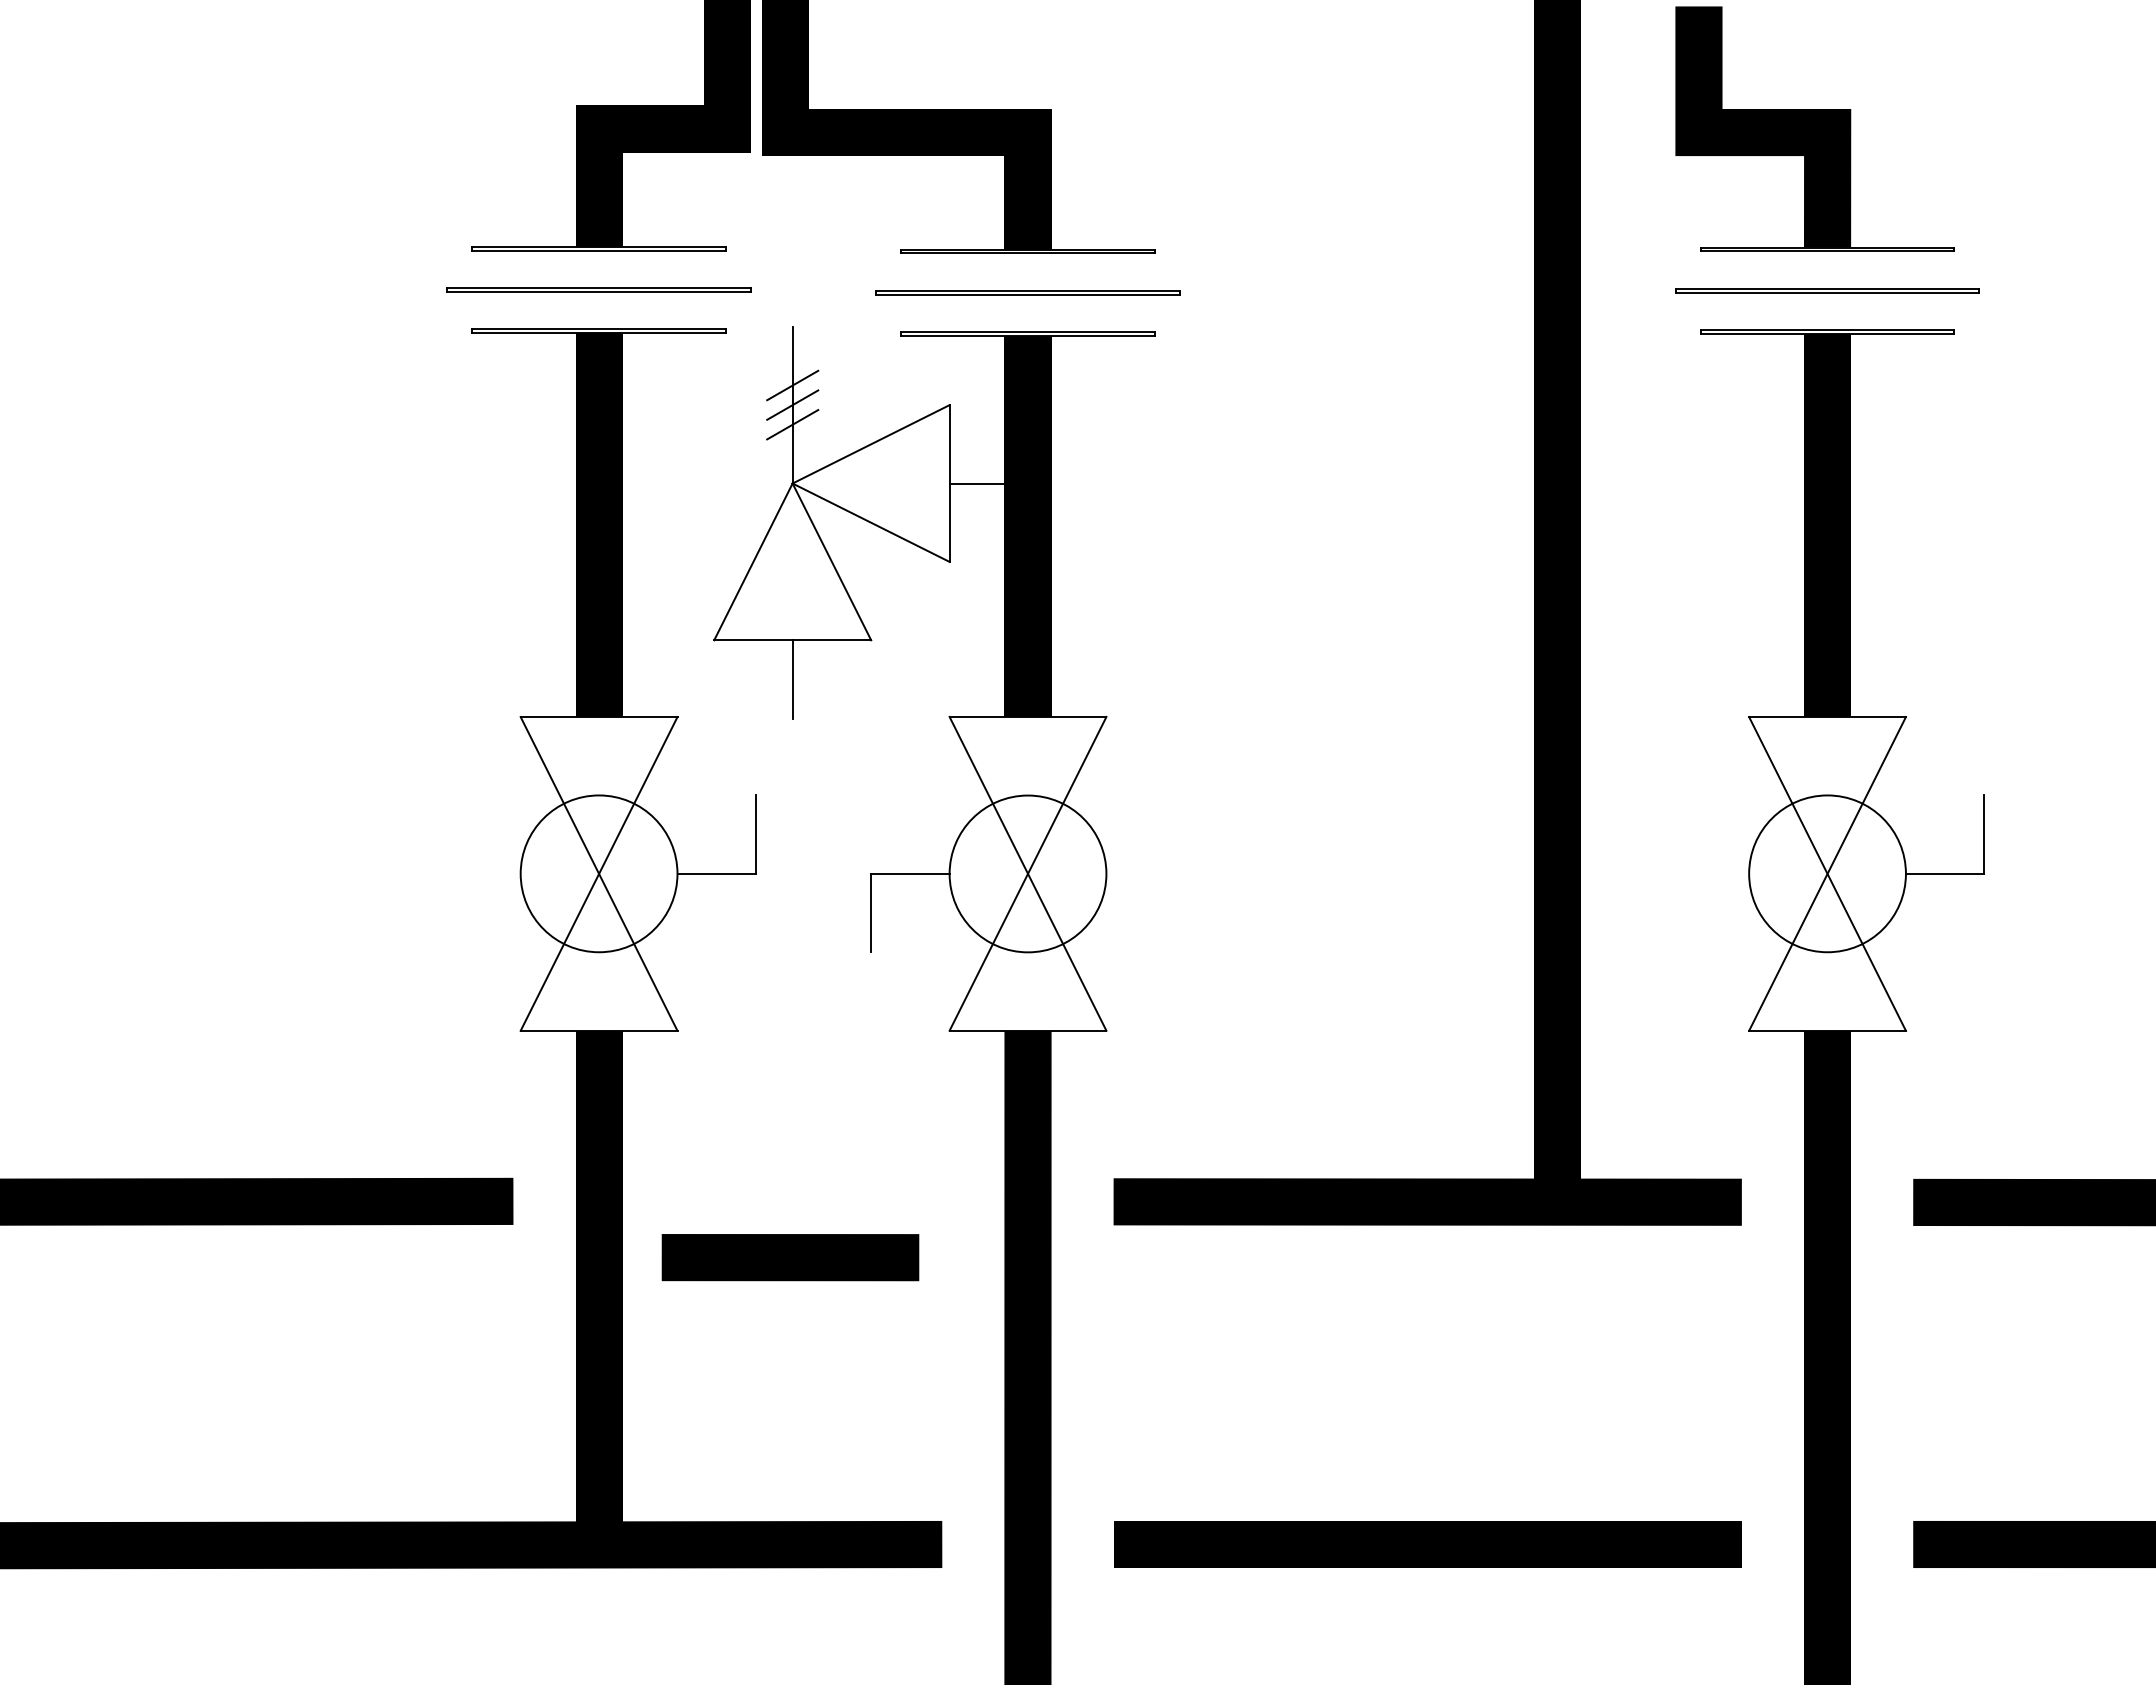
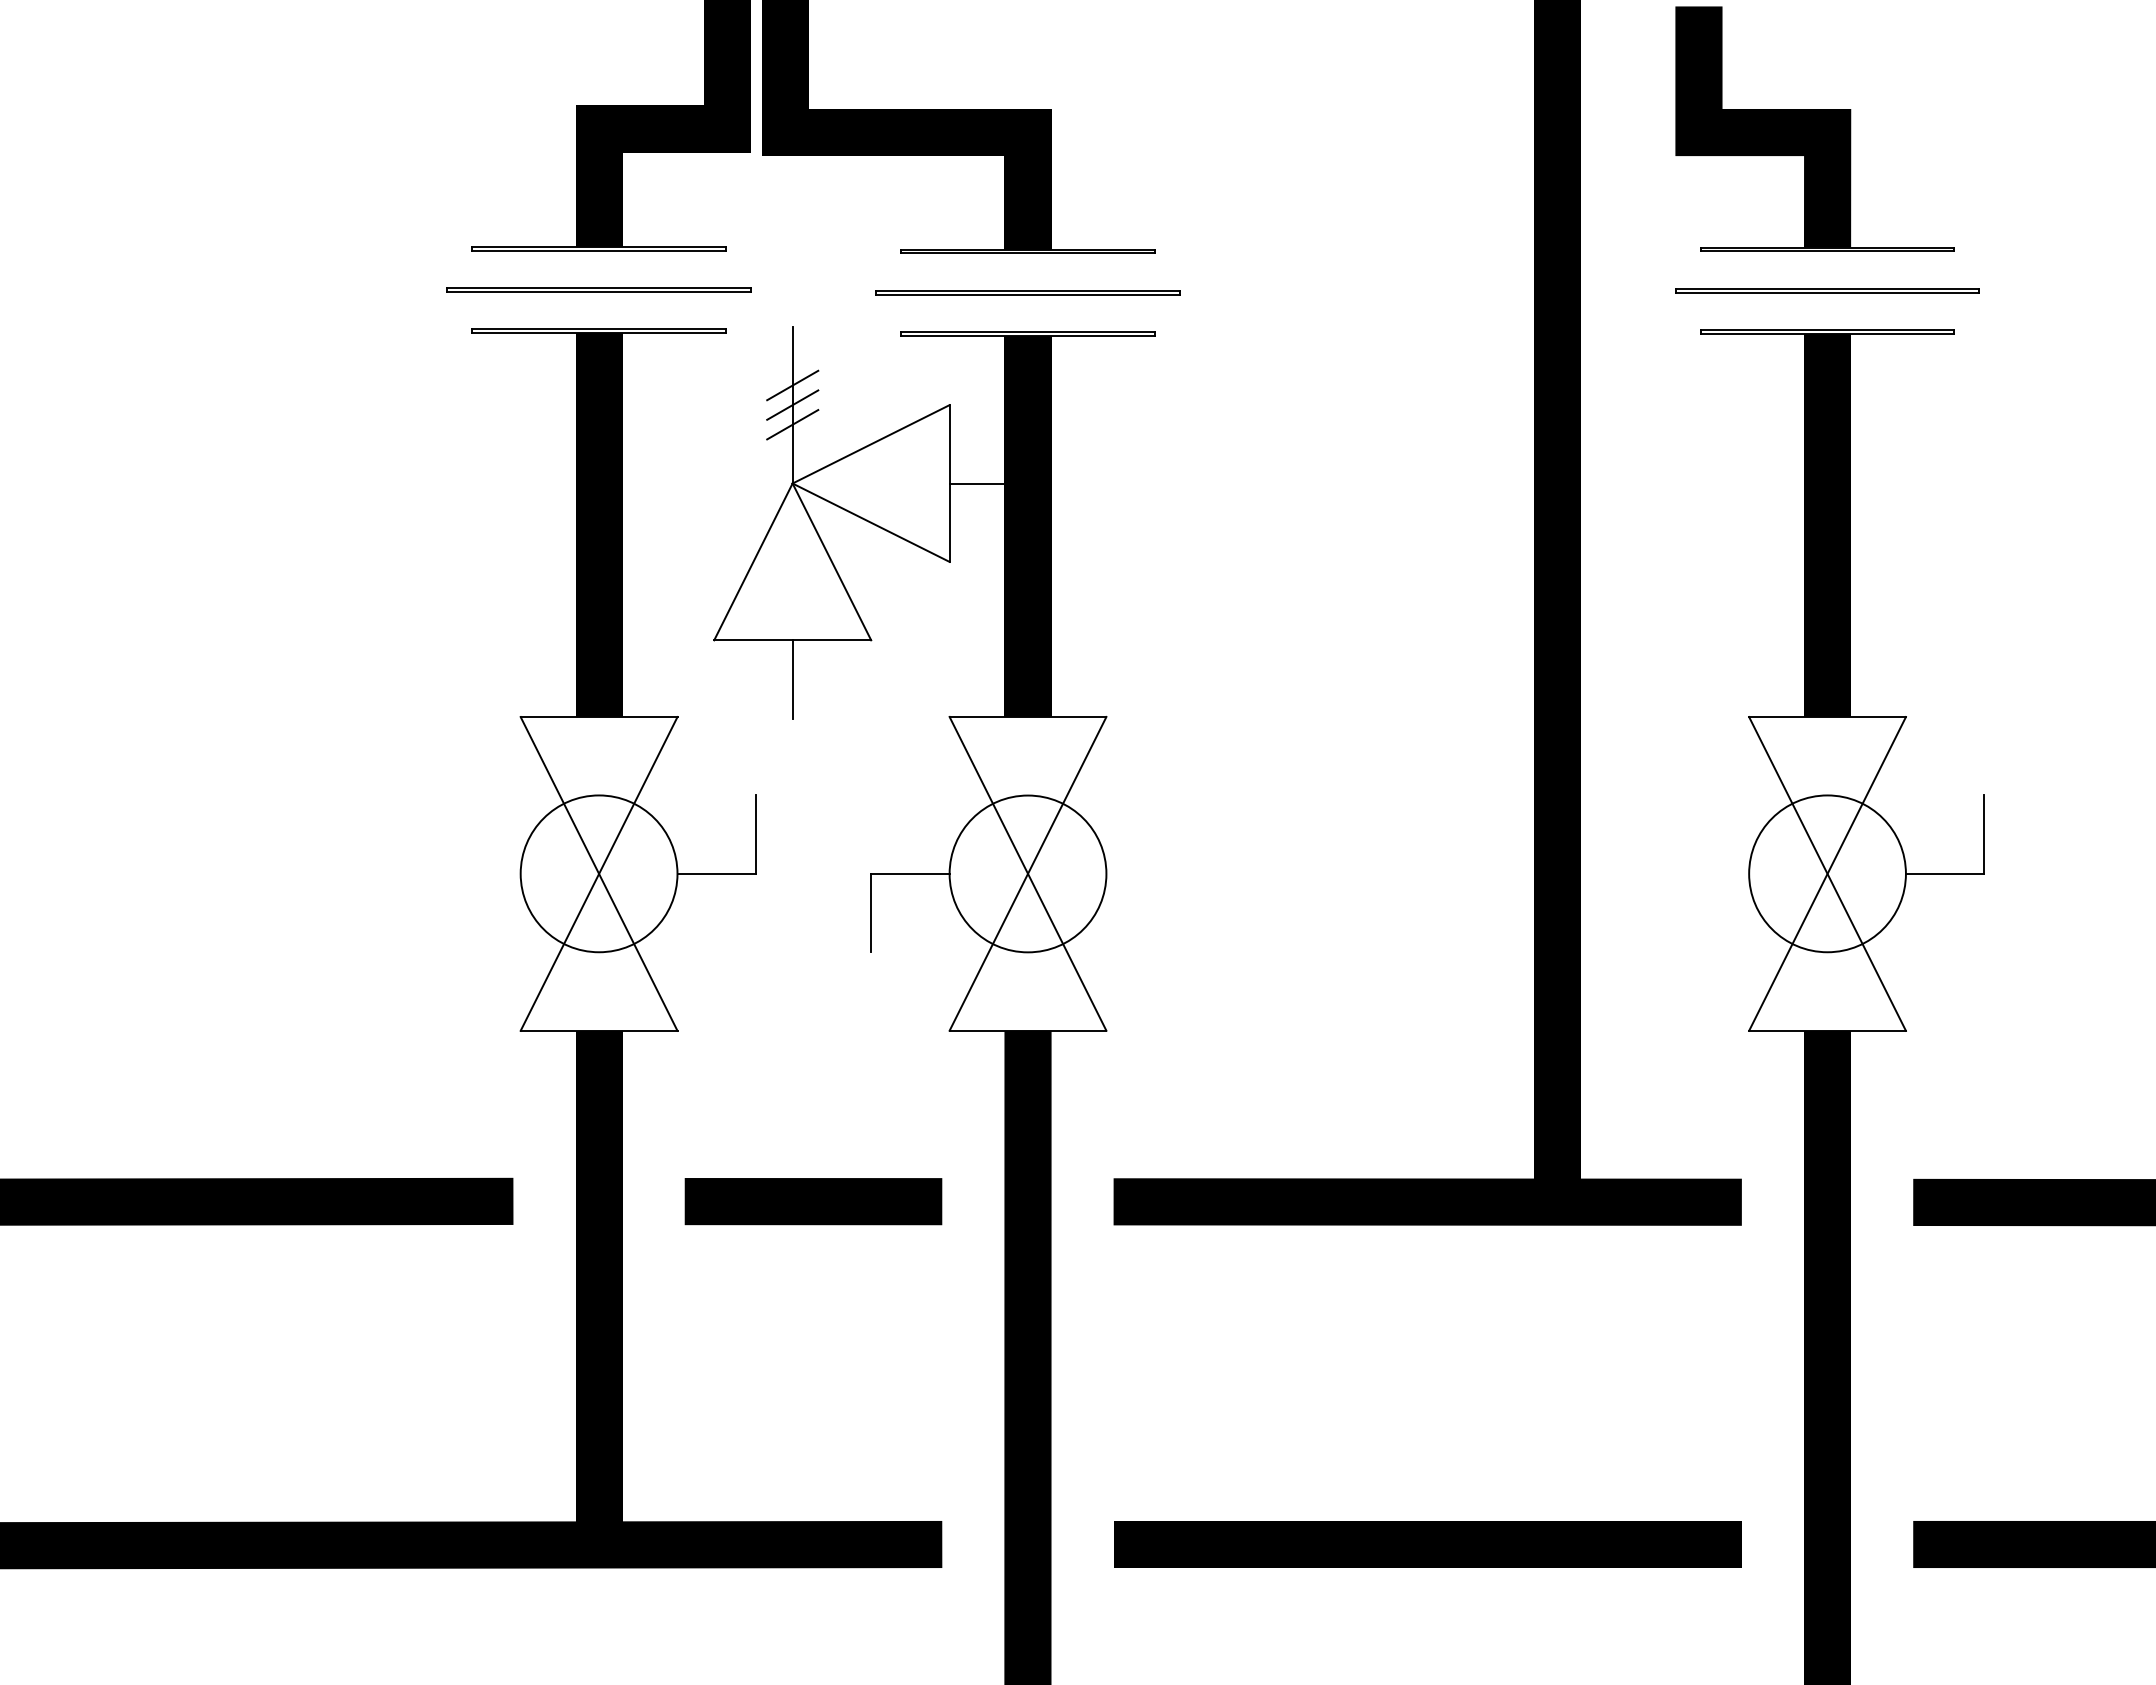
line at (790, 1257) position: (790, 1257) -> (813, 1201)
